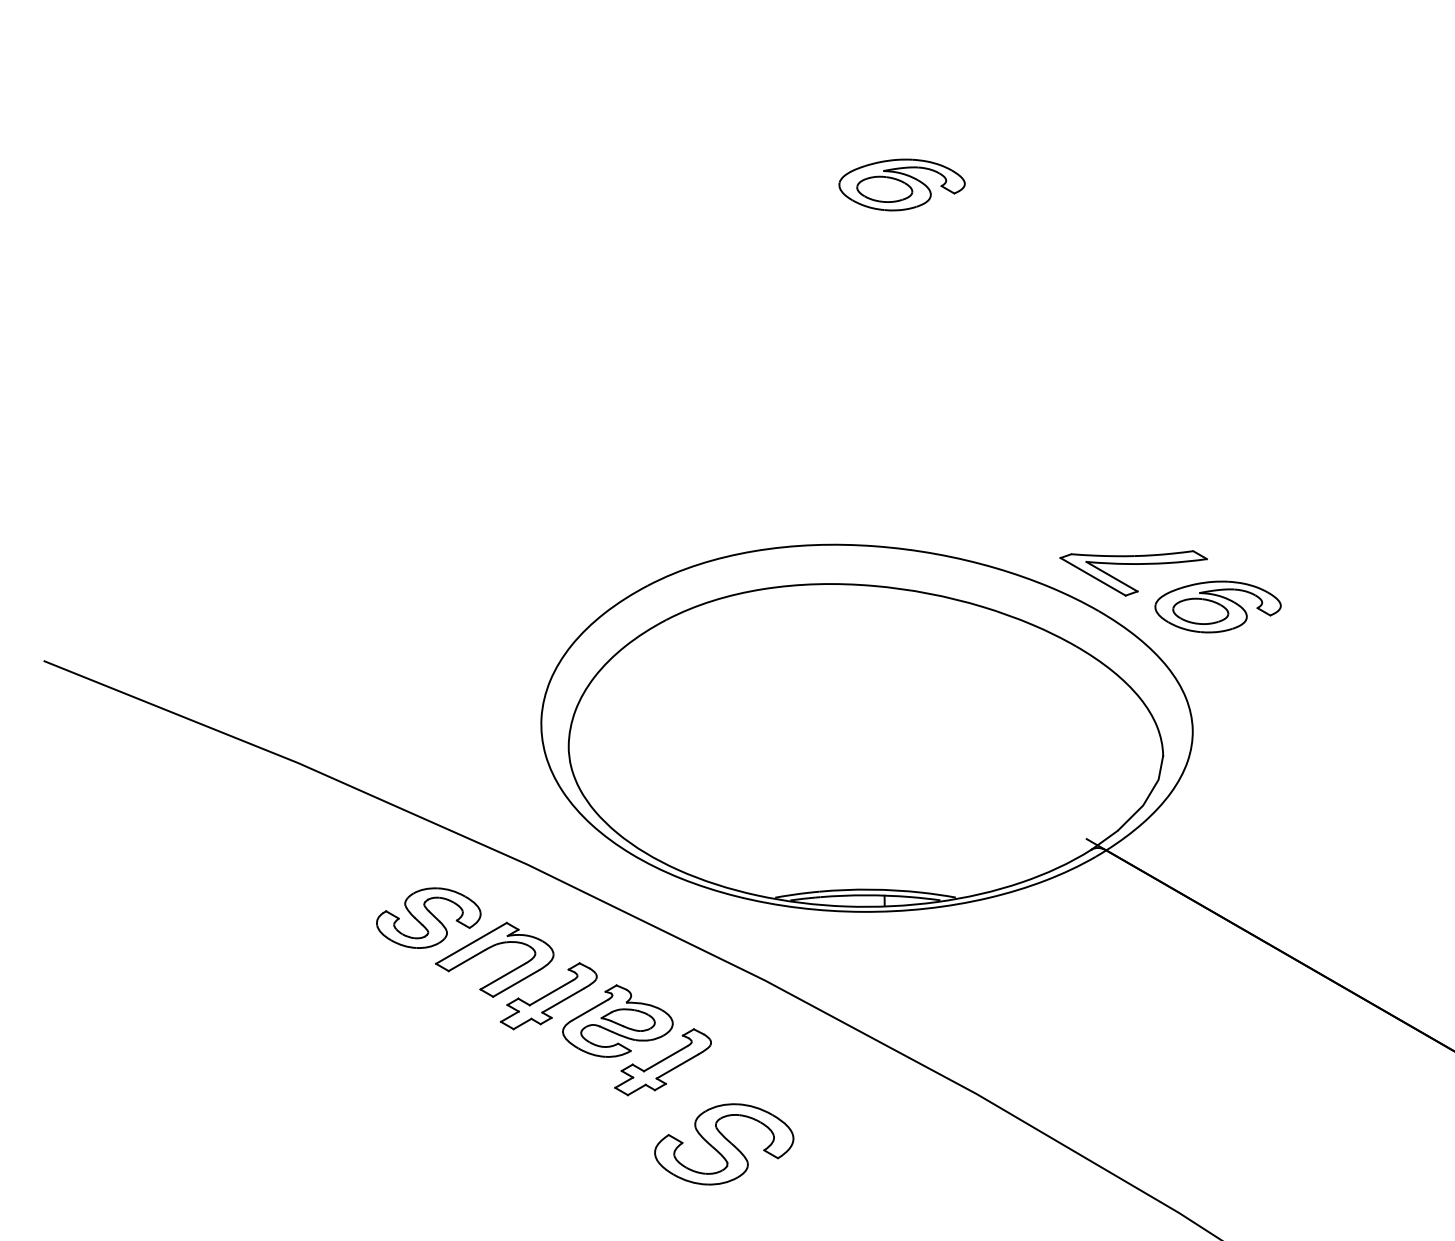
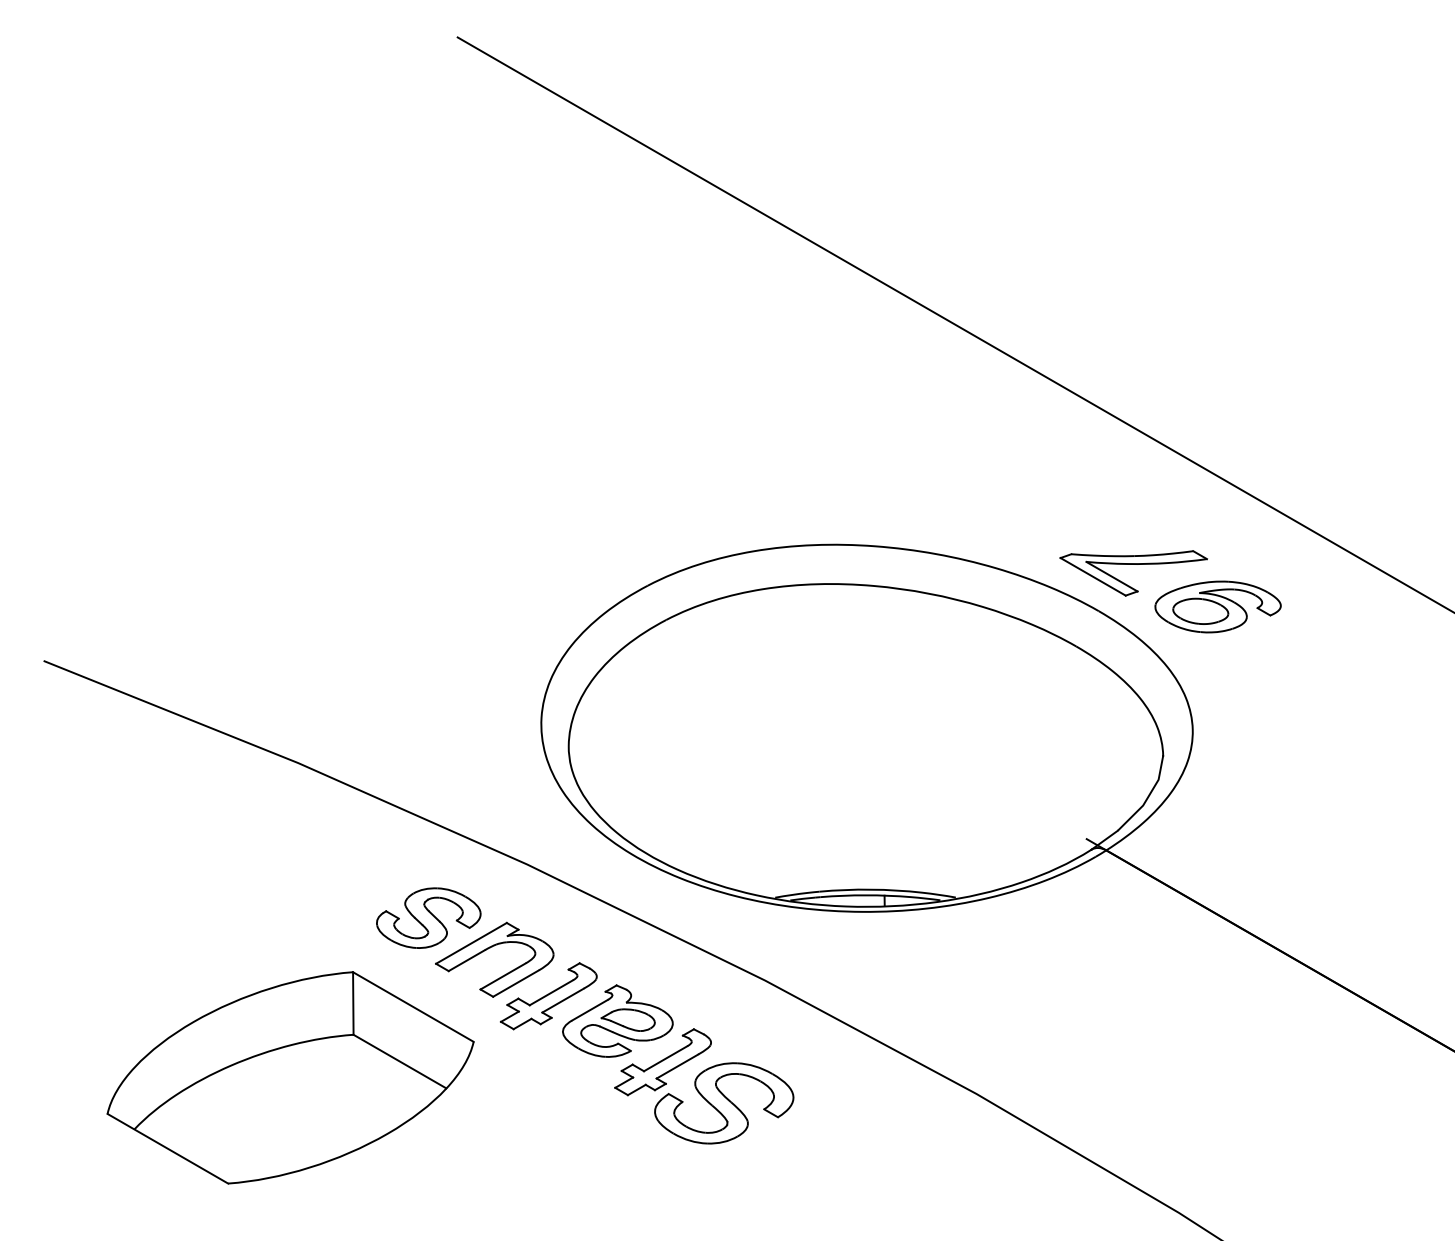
part at (901, 184): present -> none
line at (954, 324): none -> present
part at (290, 1077): none -> present
part at (724, 1144) position: (724, 1144) -> (724, 1103)
